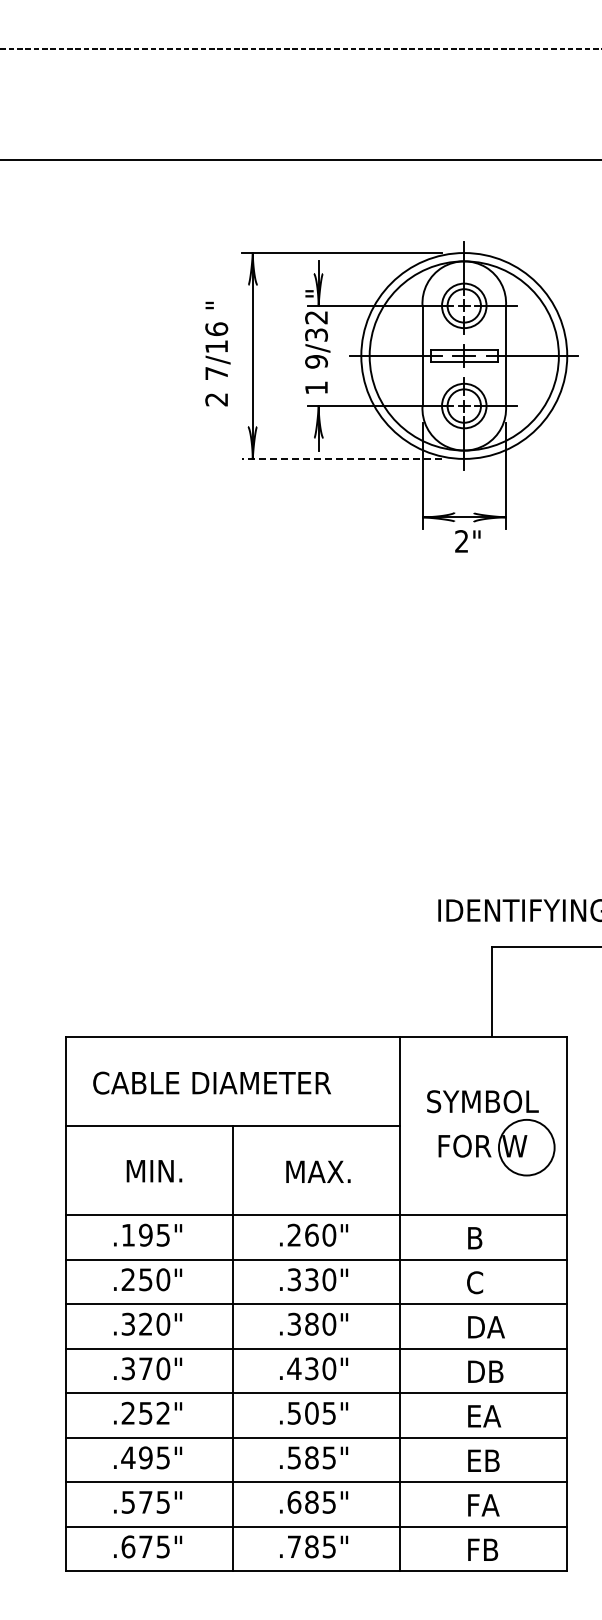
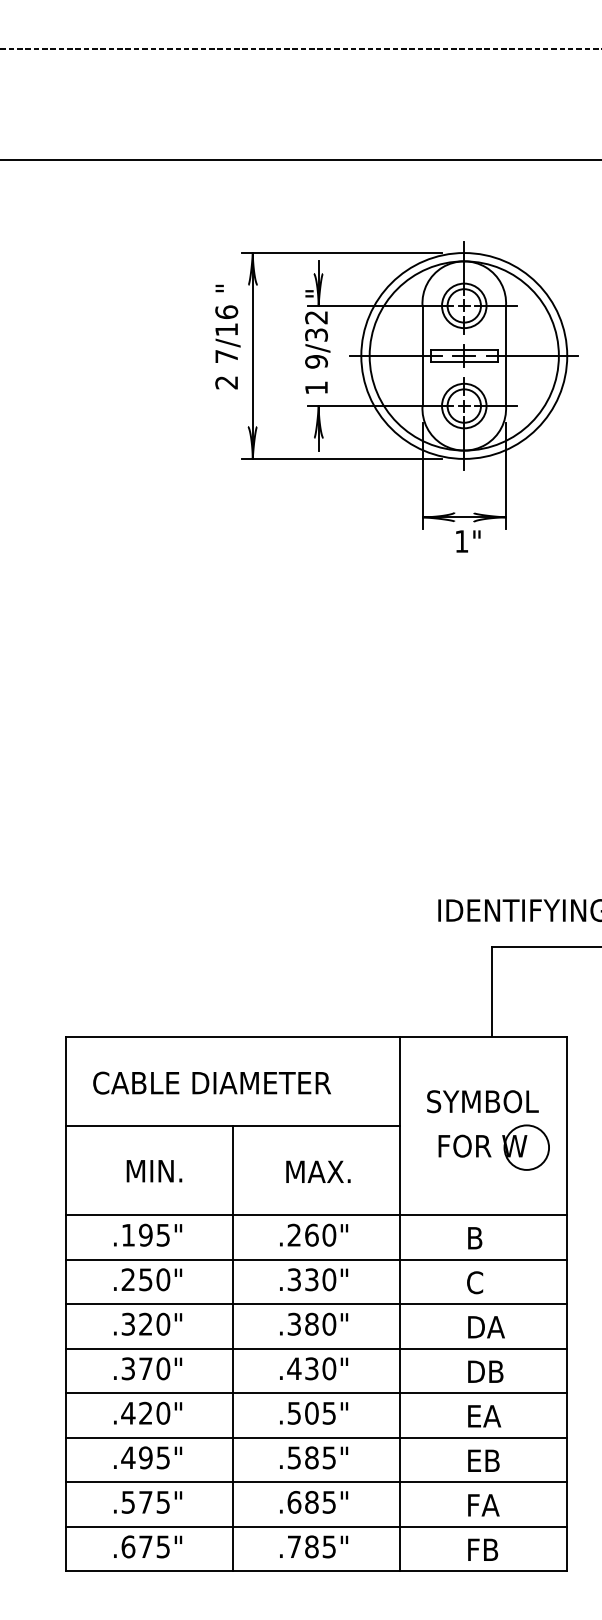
text at (217, 353) position: (217, 353) -> (227, 336)
line at (341, 458): dashed -> solid
text at (461, 541): 2" -> 1"
circle at (526, 1147) diameter: 56 px -> 45 px
text at (145, 1412): .252" -> .420"
